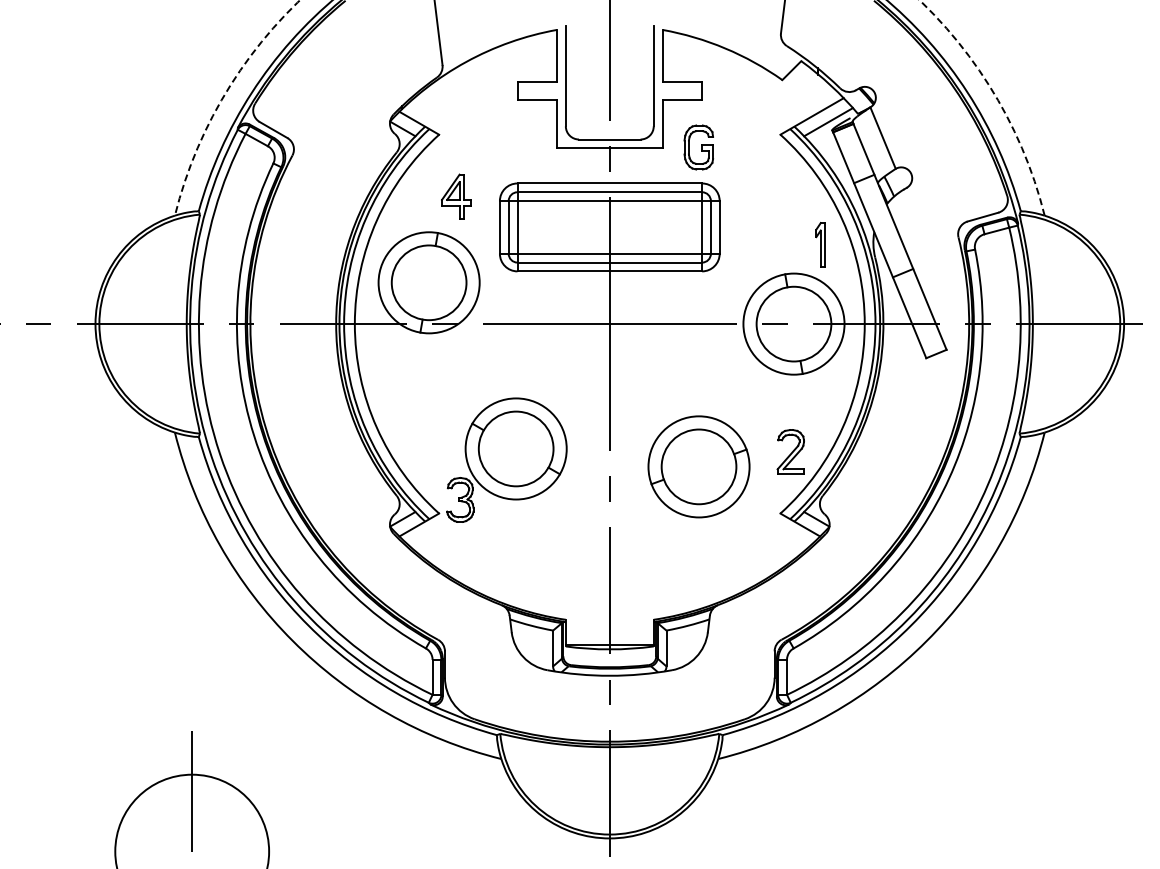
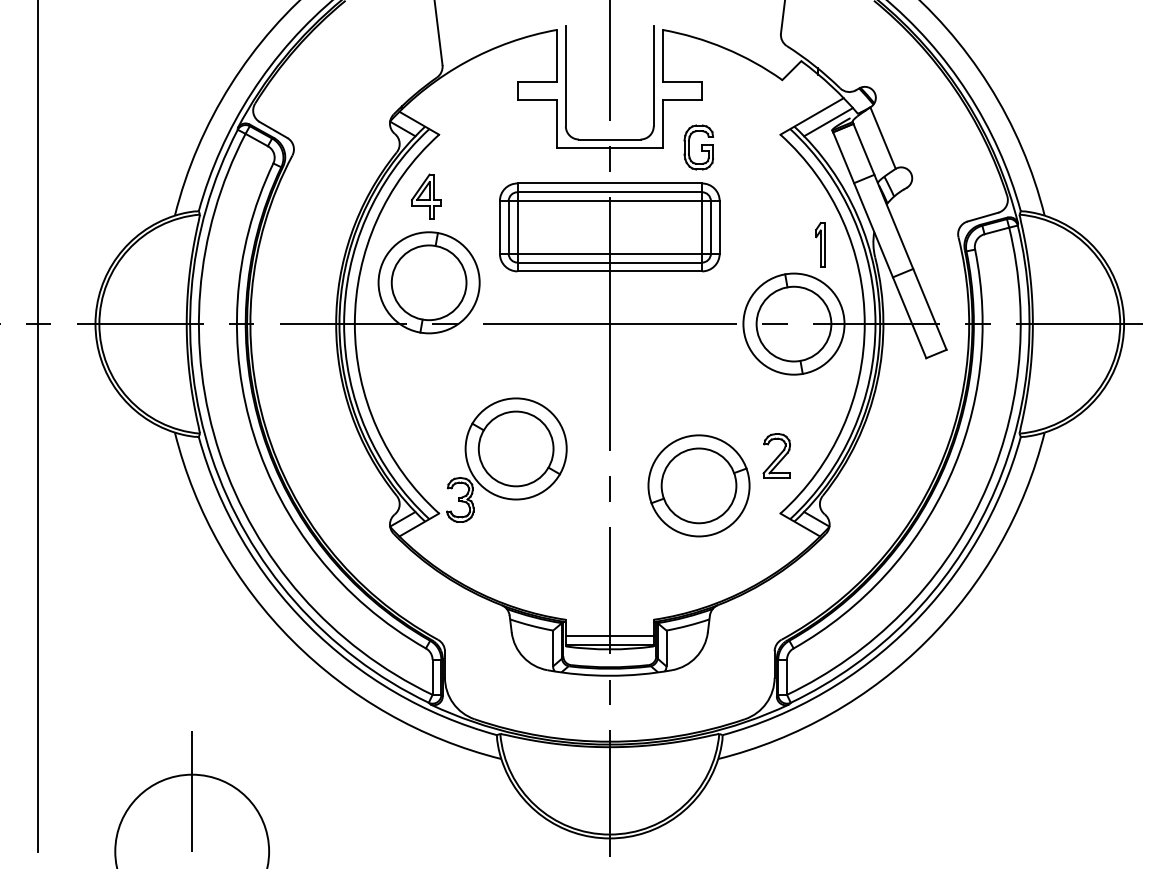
arc at (997, 98): dashed -> solid
arc at (221, 99): dashed -> solid
part at (456, 196) position: (456, 196) -> (426, 196)
line at (38, 426): none -> present
part at (790, 451) position: (790, 451) -> (776, 455)
part at (698, 466) position: (698, 466) -> (698, 485)
line at (609, 636): none -> present
